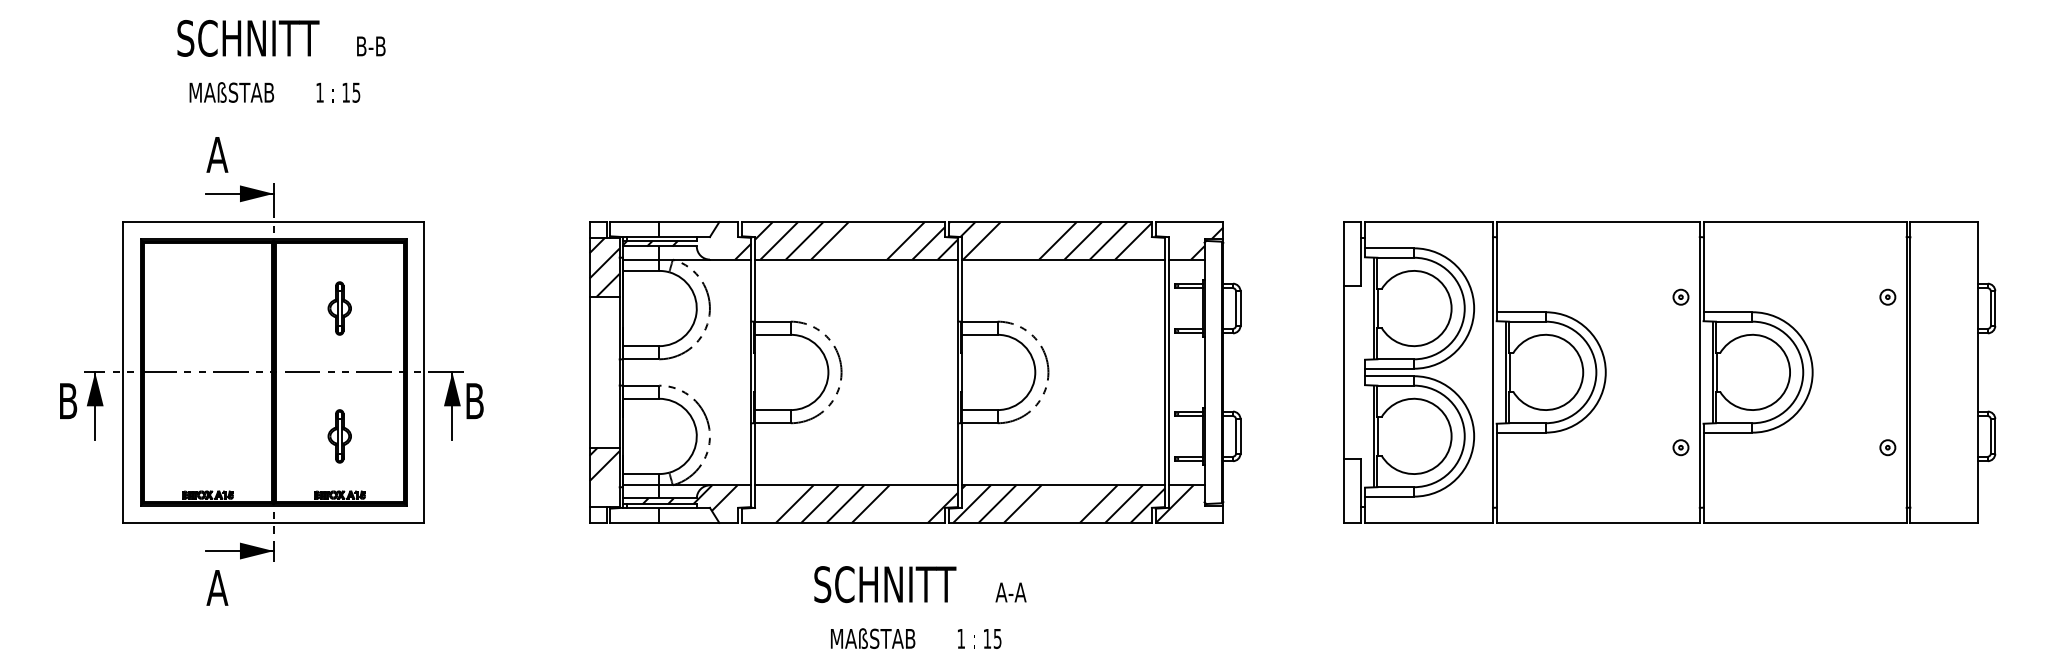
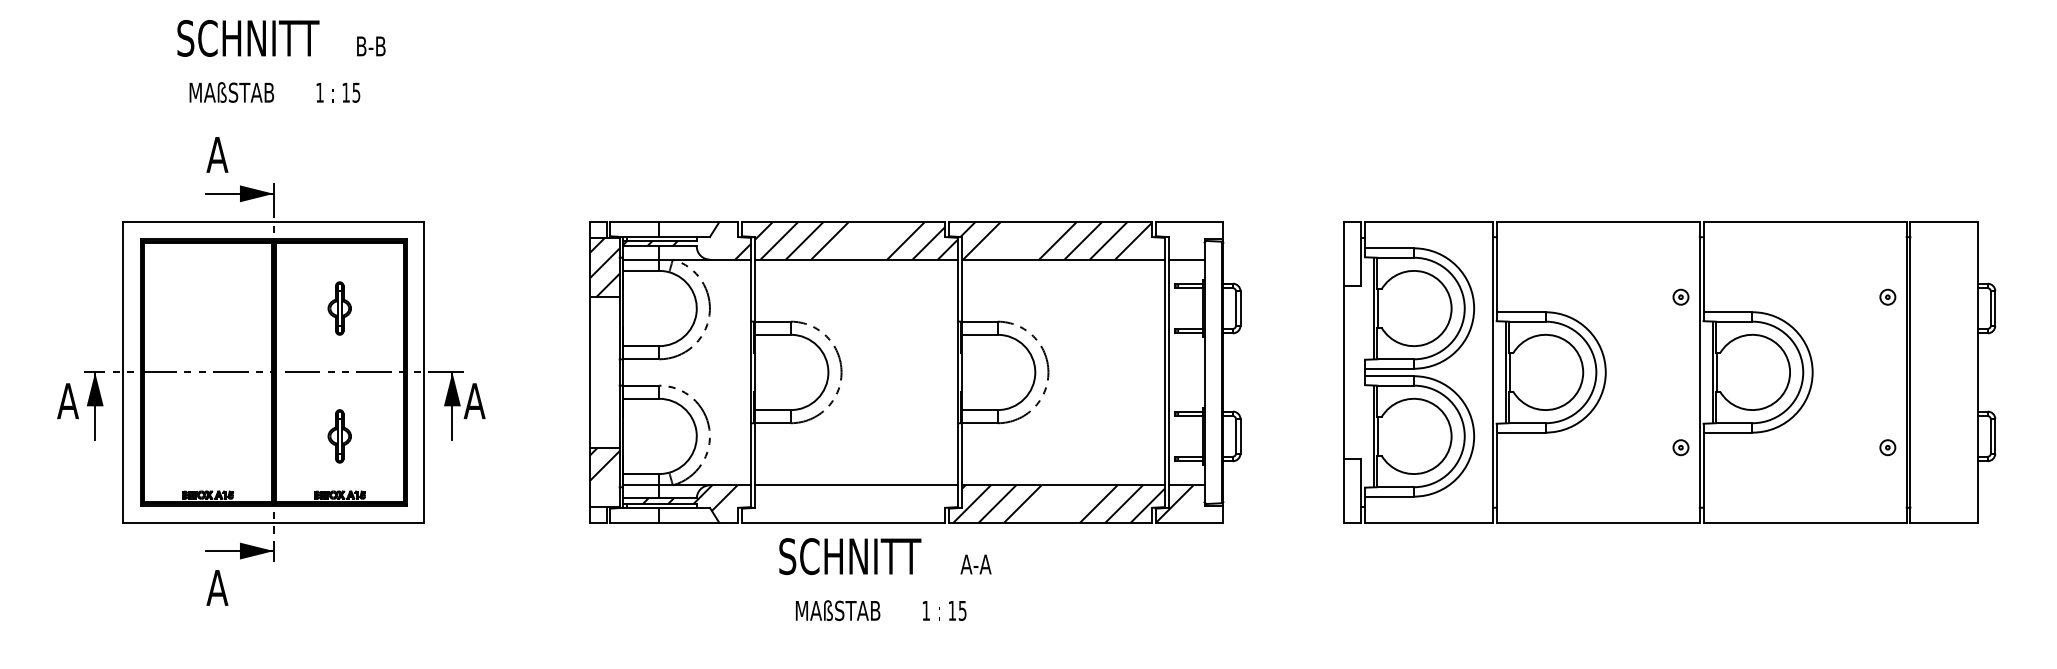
hatch at (1207, 243): present -> none
text at (67, 401): B -> A
text at (474, 401): B -> A
hatch at (866, 503): present -> none
text at (920, 607) position: (920, 607) -> (885, 579)
